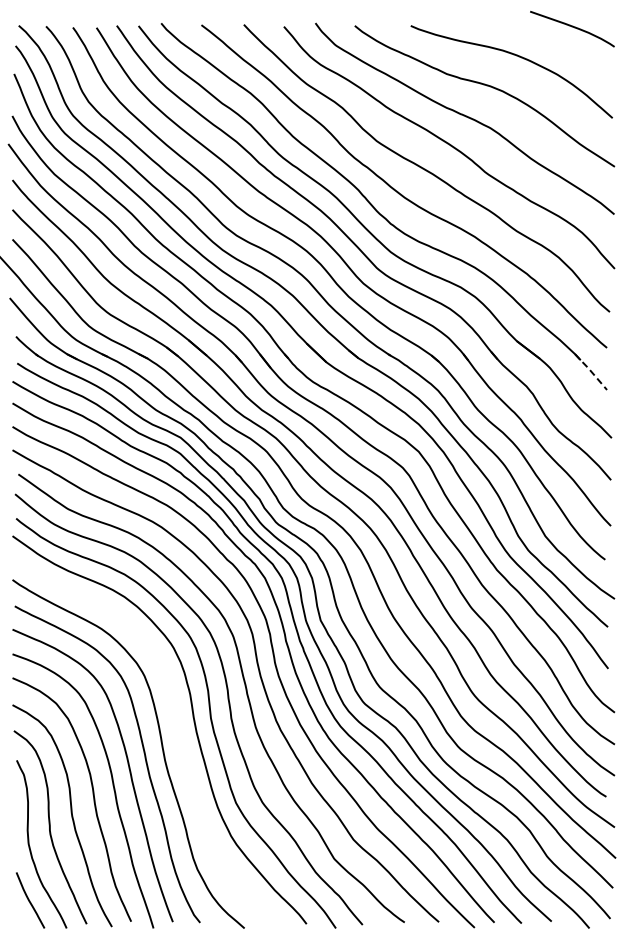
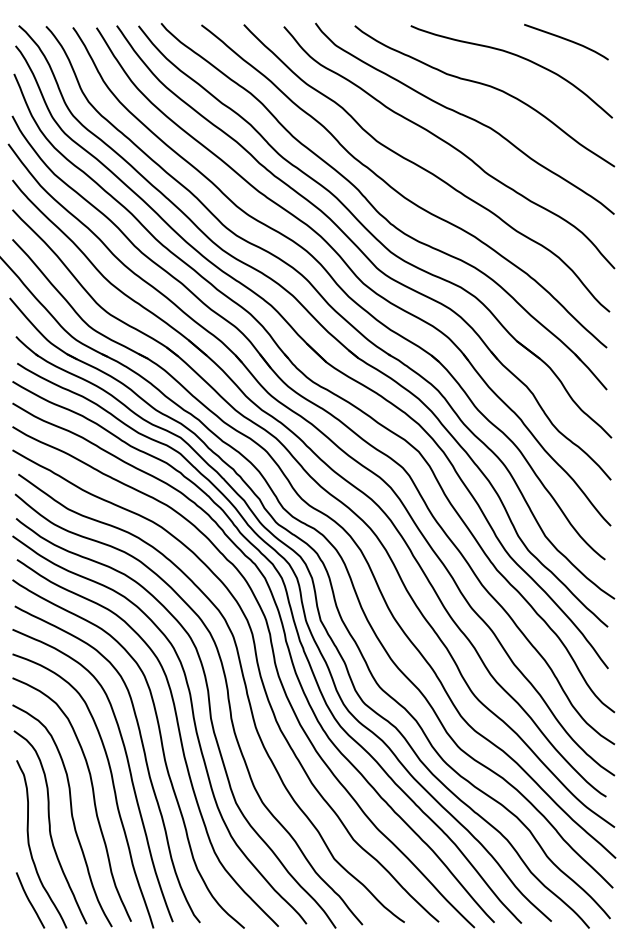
curve at (572, 27) position: (572, 27) -> (566, 40)
line at (590, 371): dashed -> solid
curve at (179, 738): none -> present
